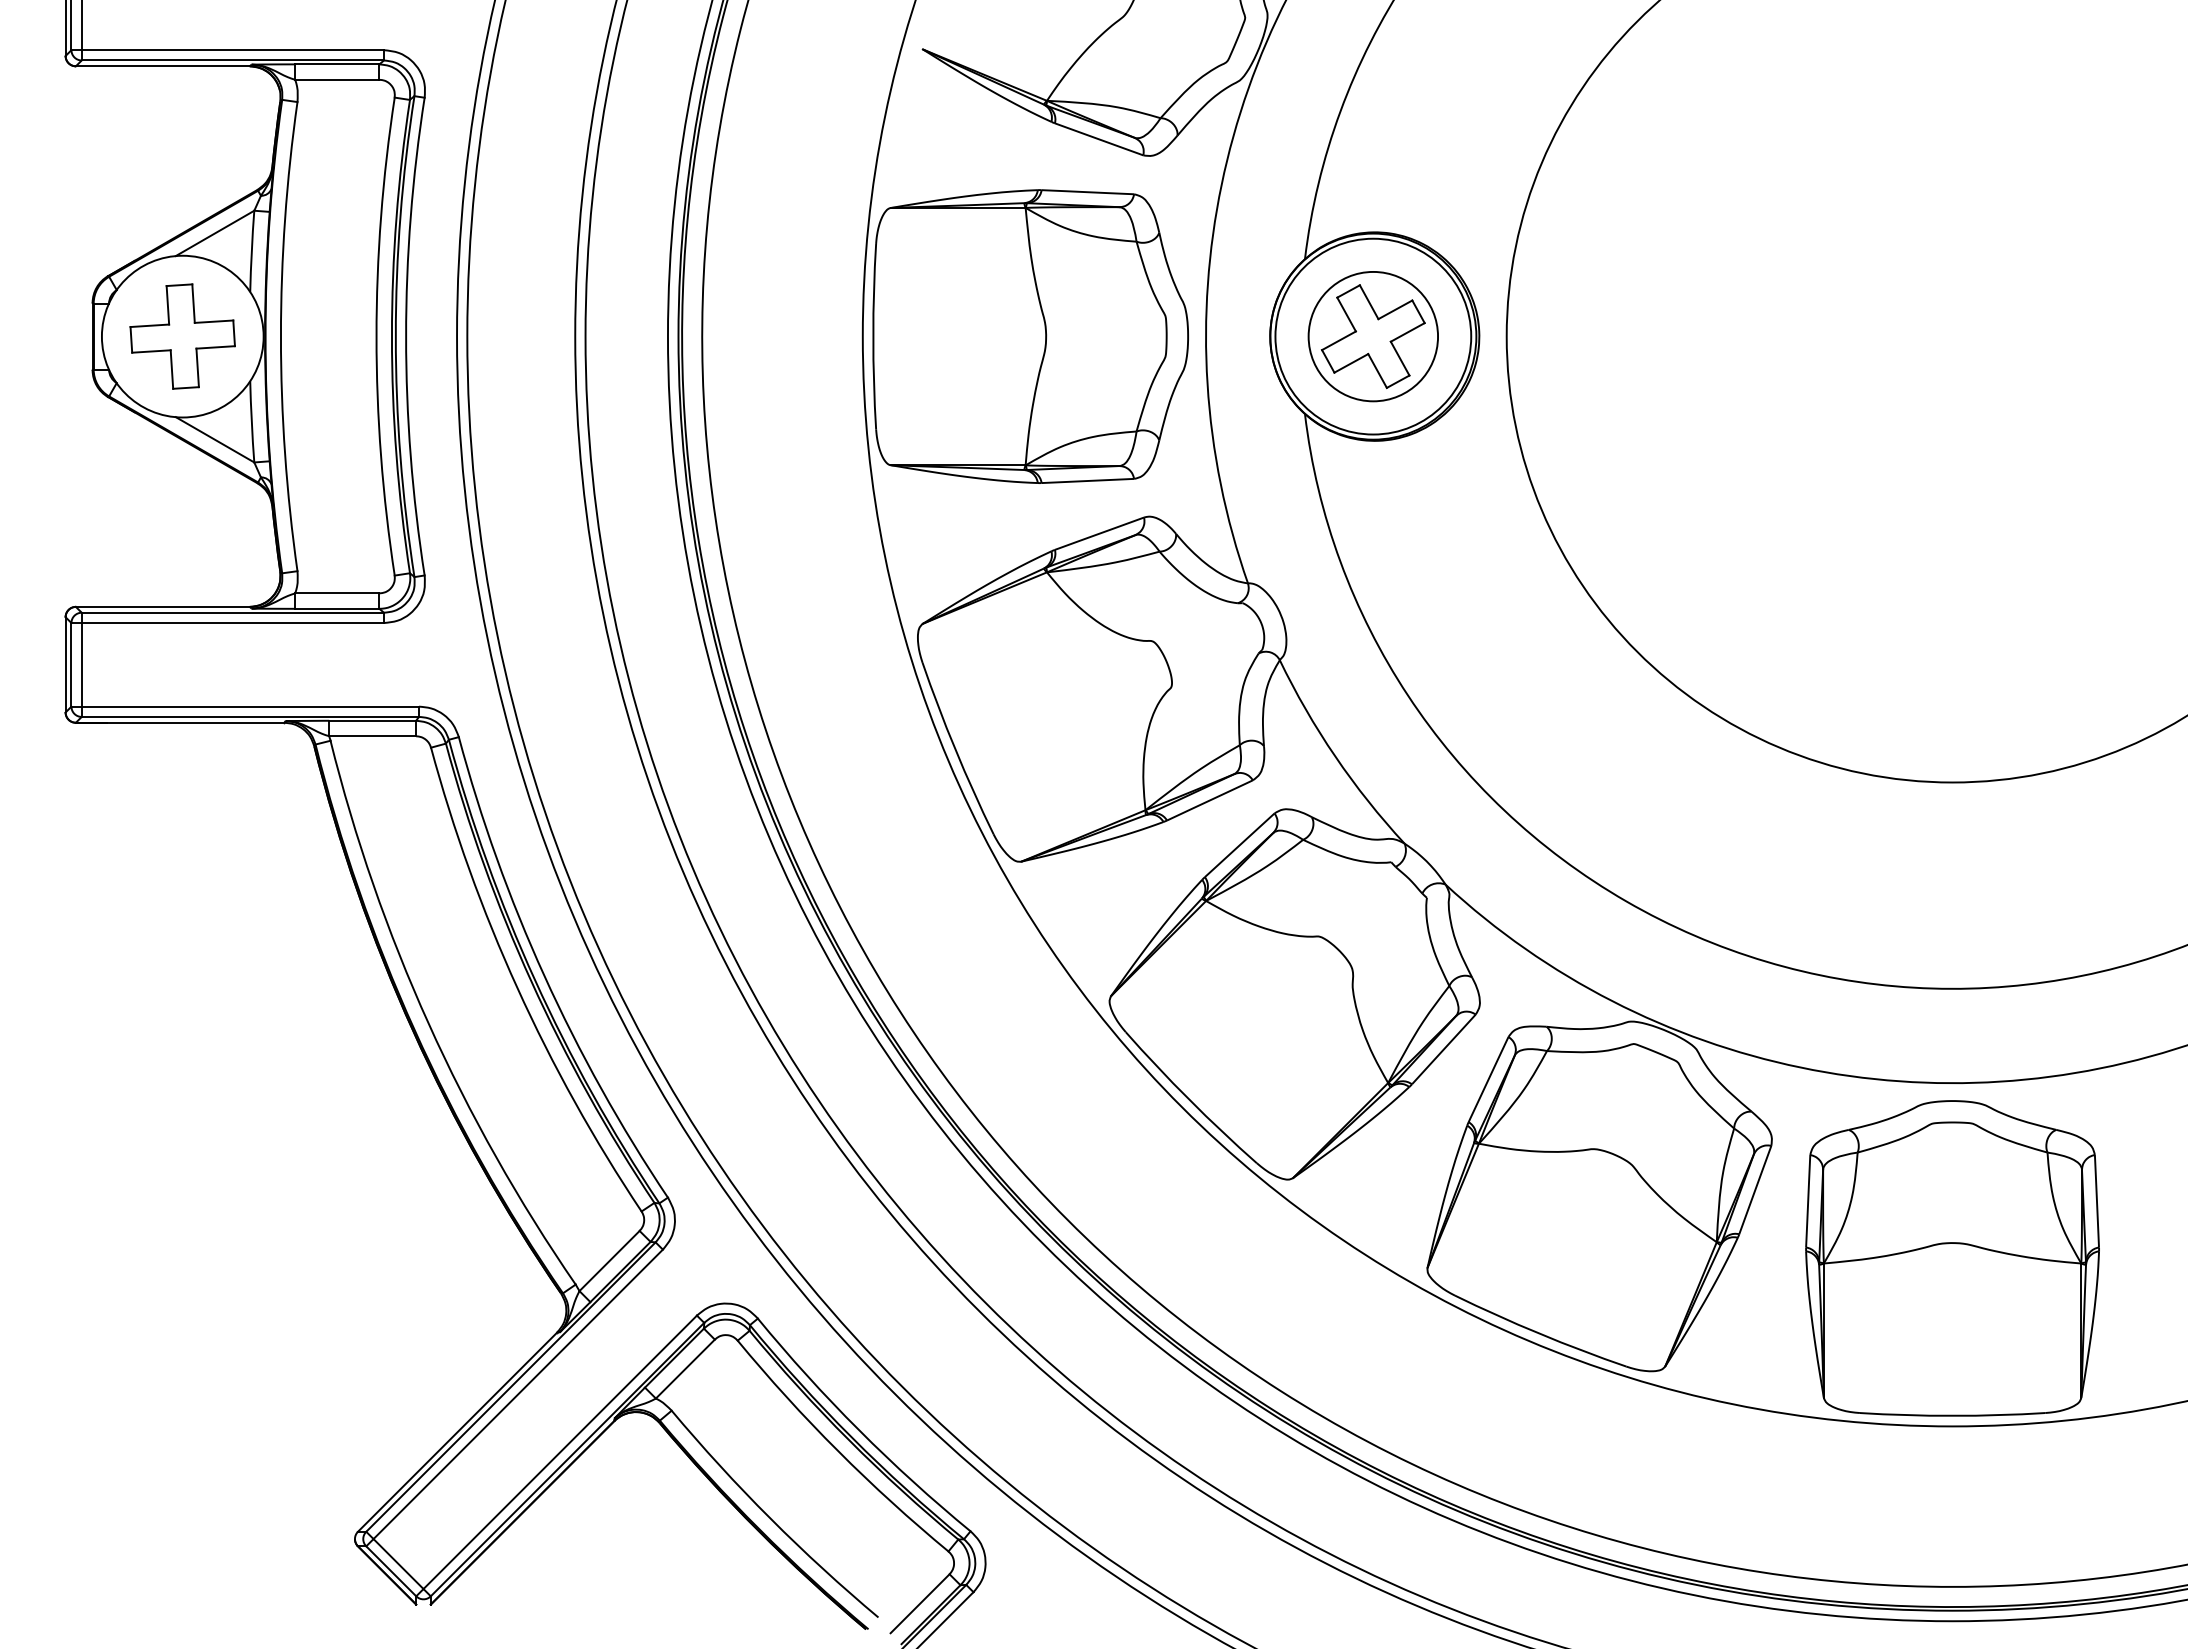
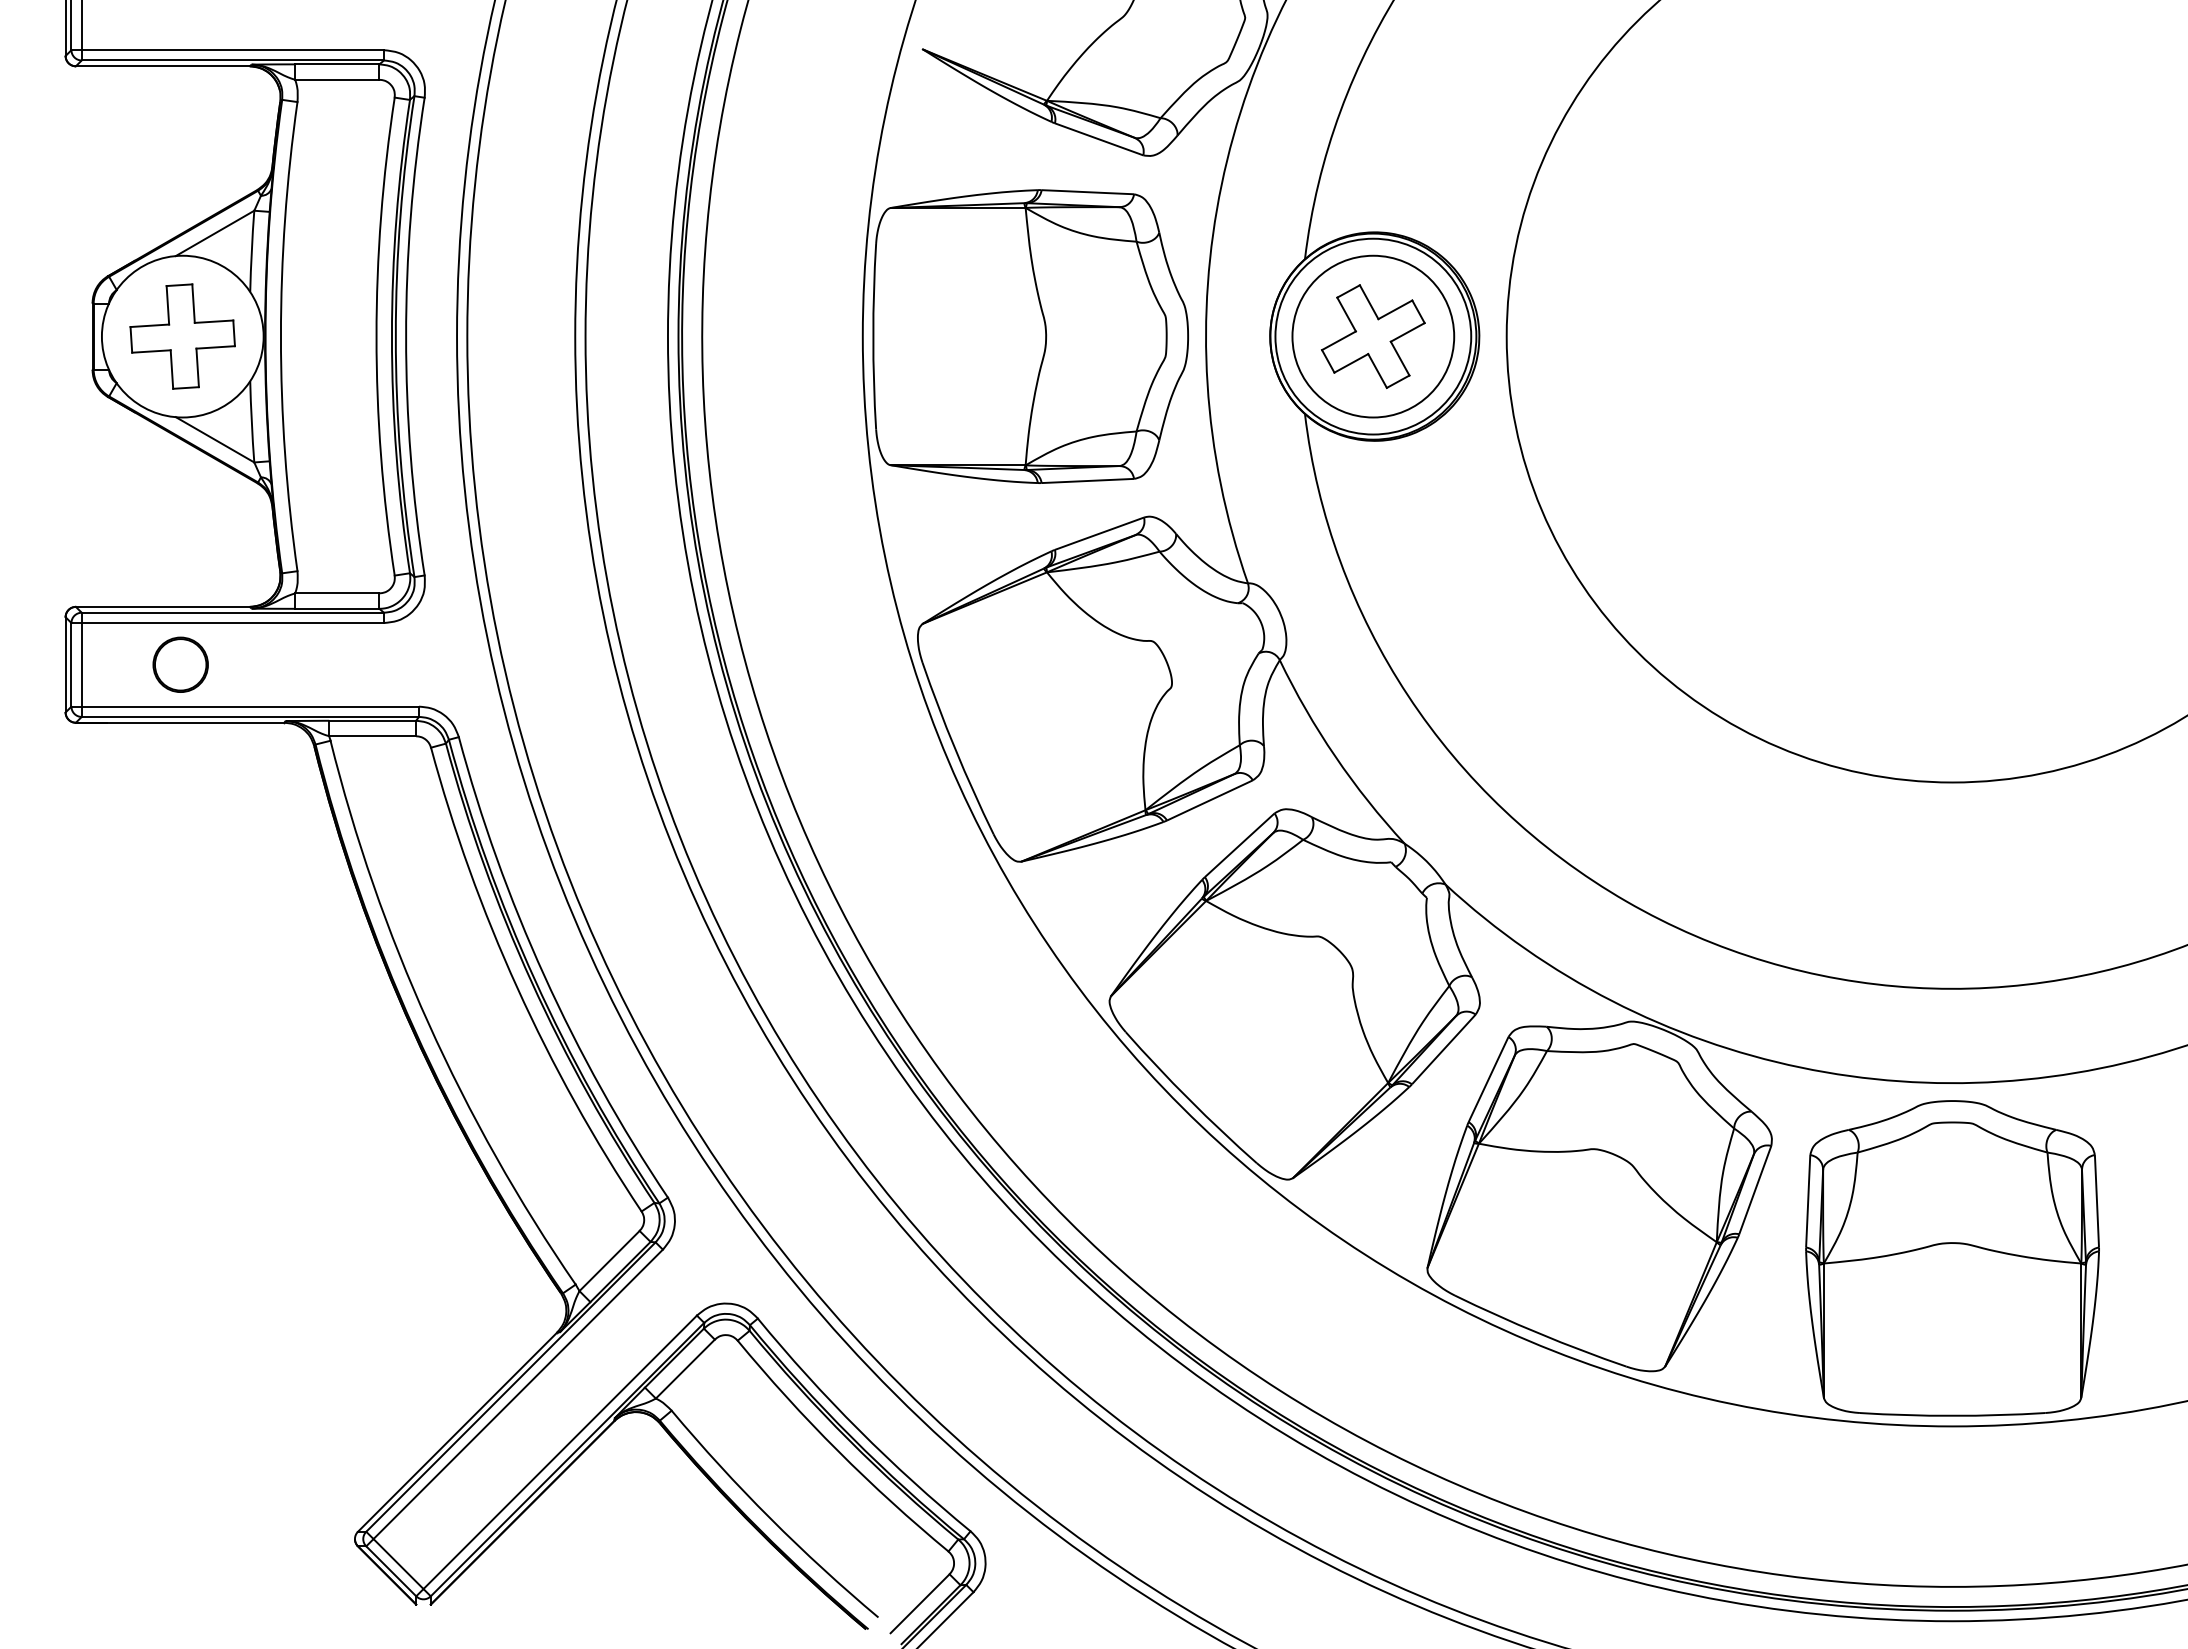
circle at (1373, 336) diameter: 129 px -> 162 px
part at (180, 664): none -> present
